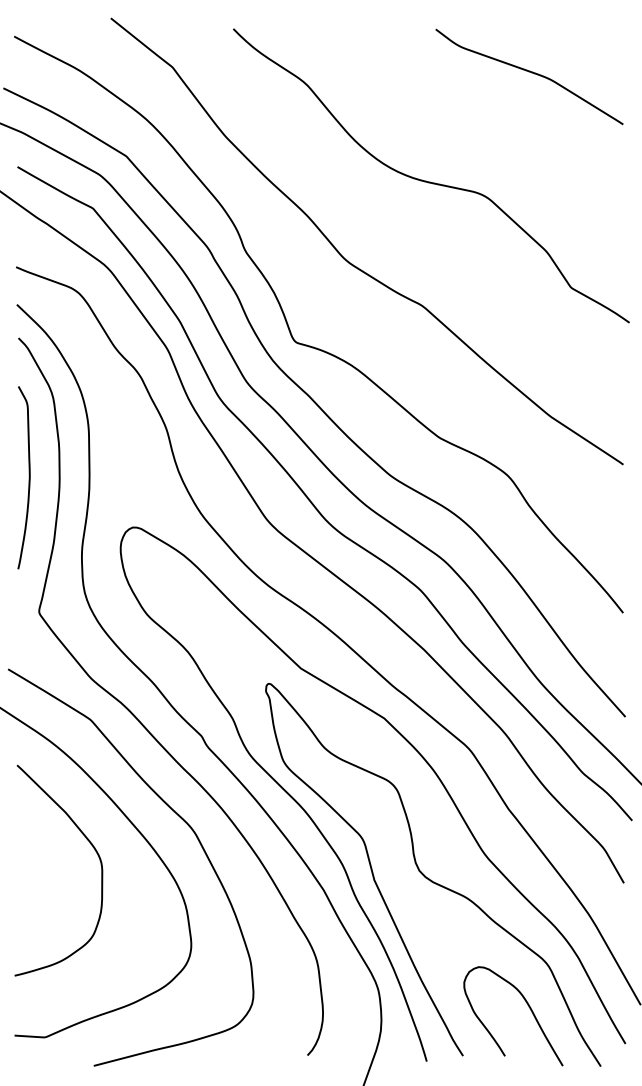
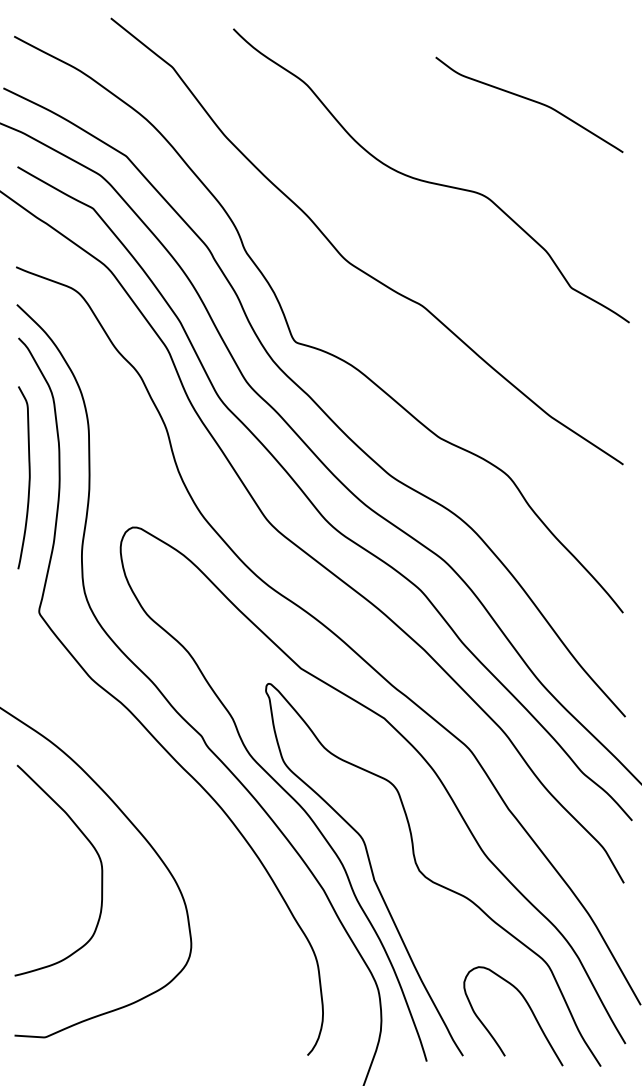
curve at (531, 73) position: (531, 73) -> (531, 101)
curve at (180, 818): present -> none
